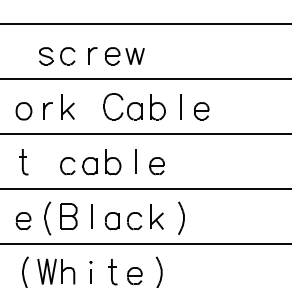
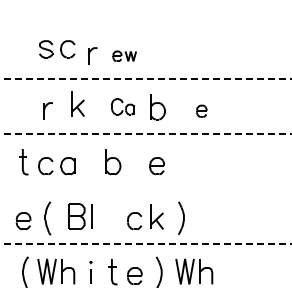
line at (145, 24): present -> none
part at (57, 56) position: (57, 56) -> (57, 49)
part at (124, 56) size: 41x19 px -> 25x12 px
line at (146, 79): solid -> dashed
part at (67, 106) position: (67, 106) -> (77, 103)
part at (122, 106) size: 40x28 px -> 24x18 px
line at (180, 106): present -> none
part at (23, 111): present -> none
part at (201, 111) size: 16x19 px -> 12x14 px
line at (146, 134): solid -> dashed
line at (135, 161): present -> none
part at (78, 166) position: (78, 166) -> (56, 166)
line at (145, 189): present -> none
part at (68, 216) position: (68, 216) -> (76, 216)
part at (111, 221): present -> none
line at (146, 243): solid -> dashed
part at (194, 271): none -> present
